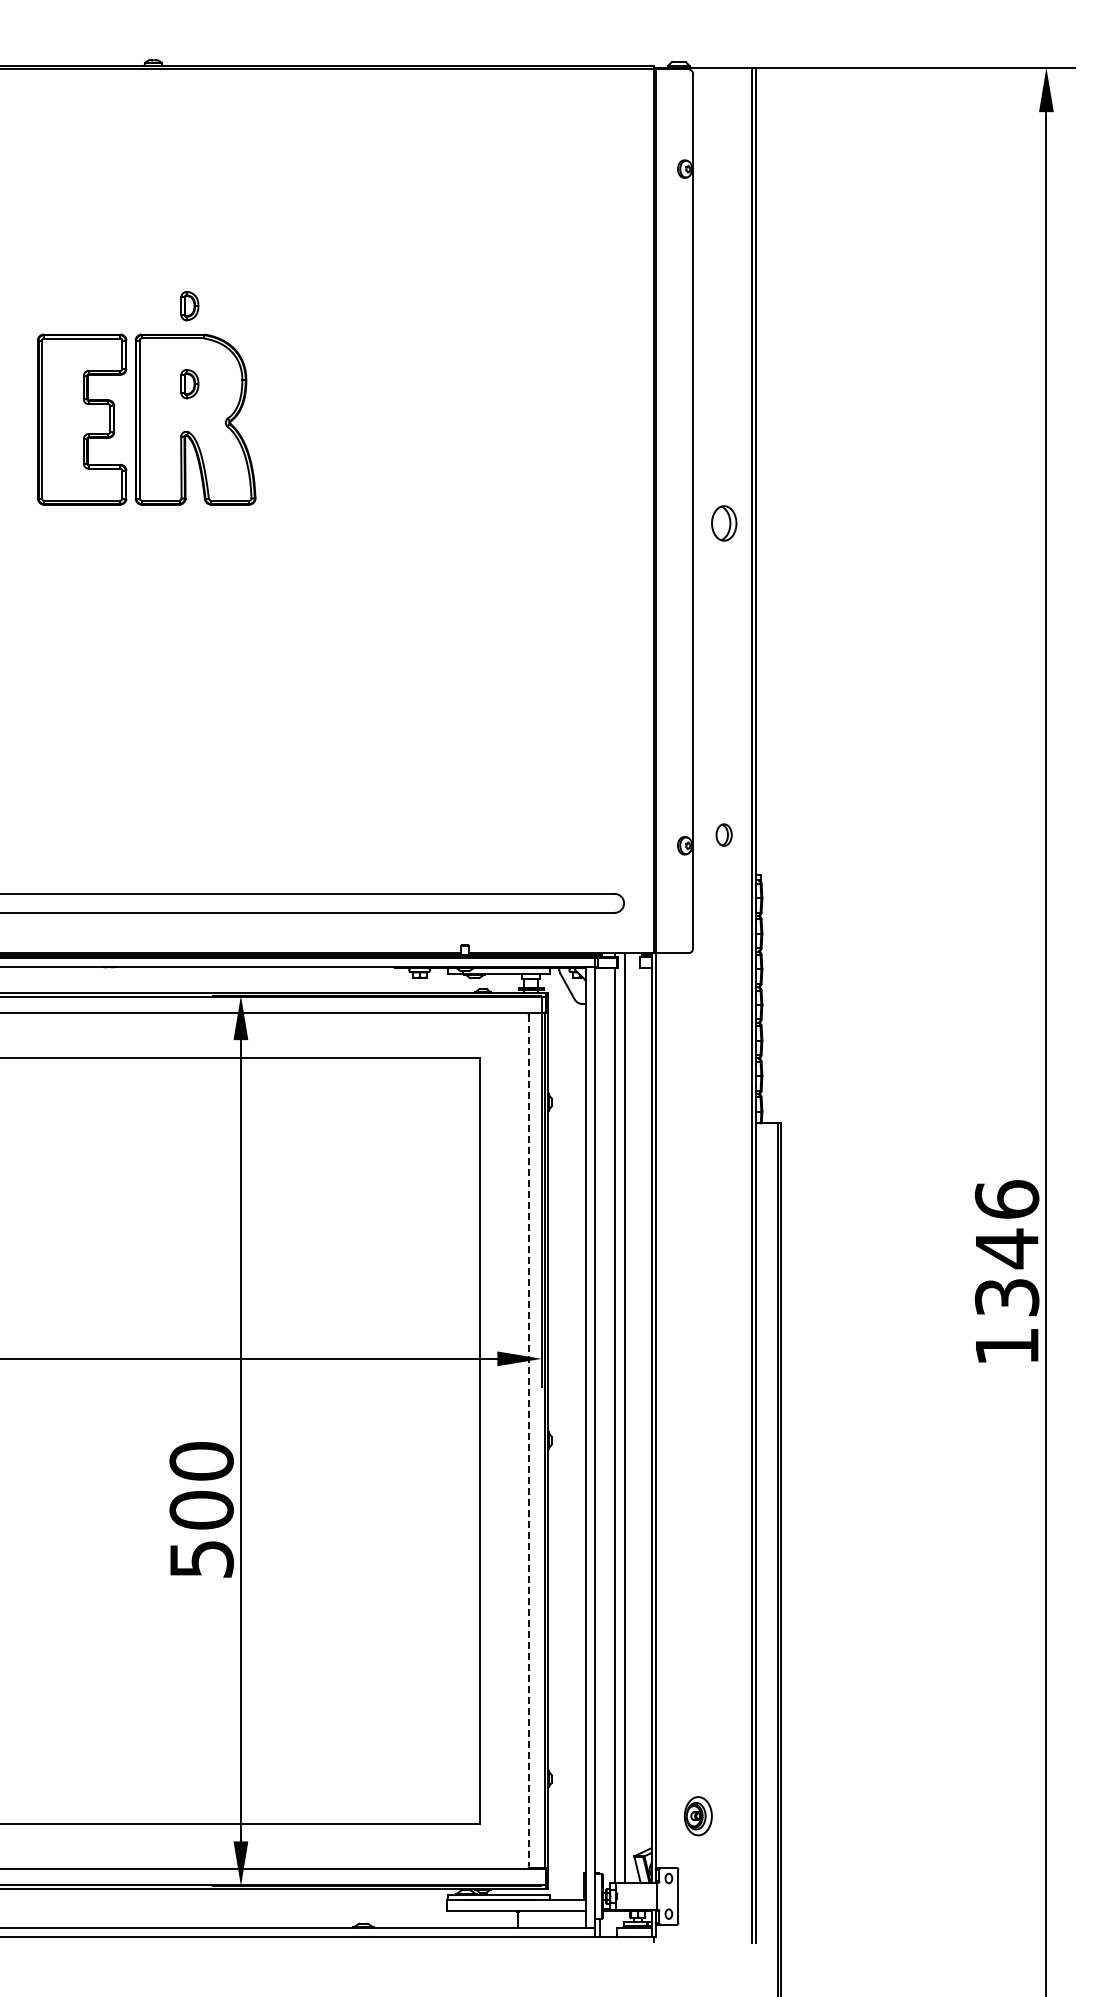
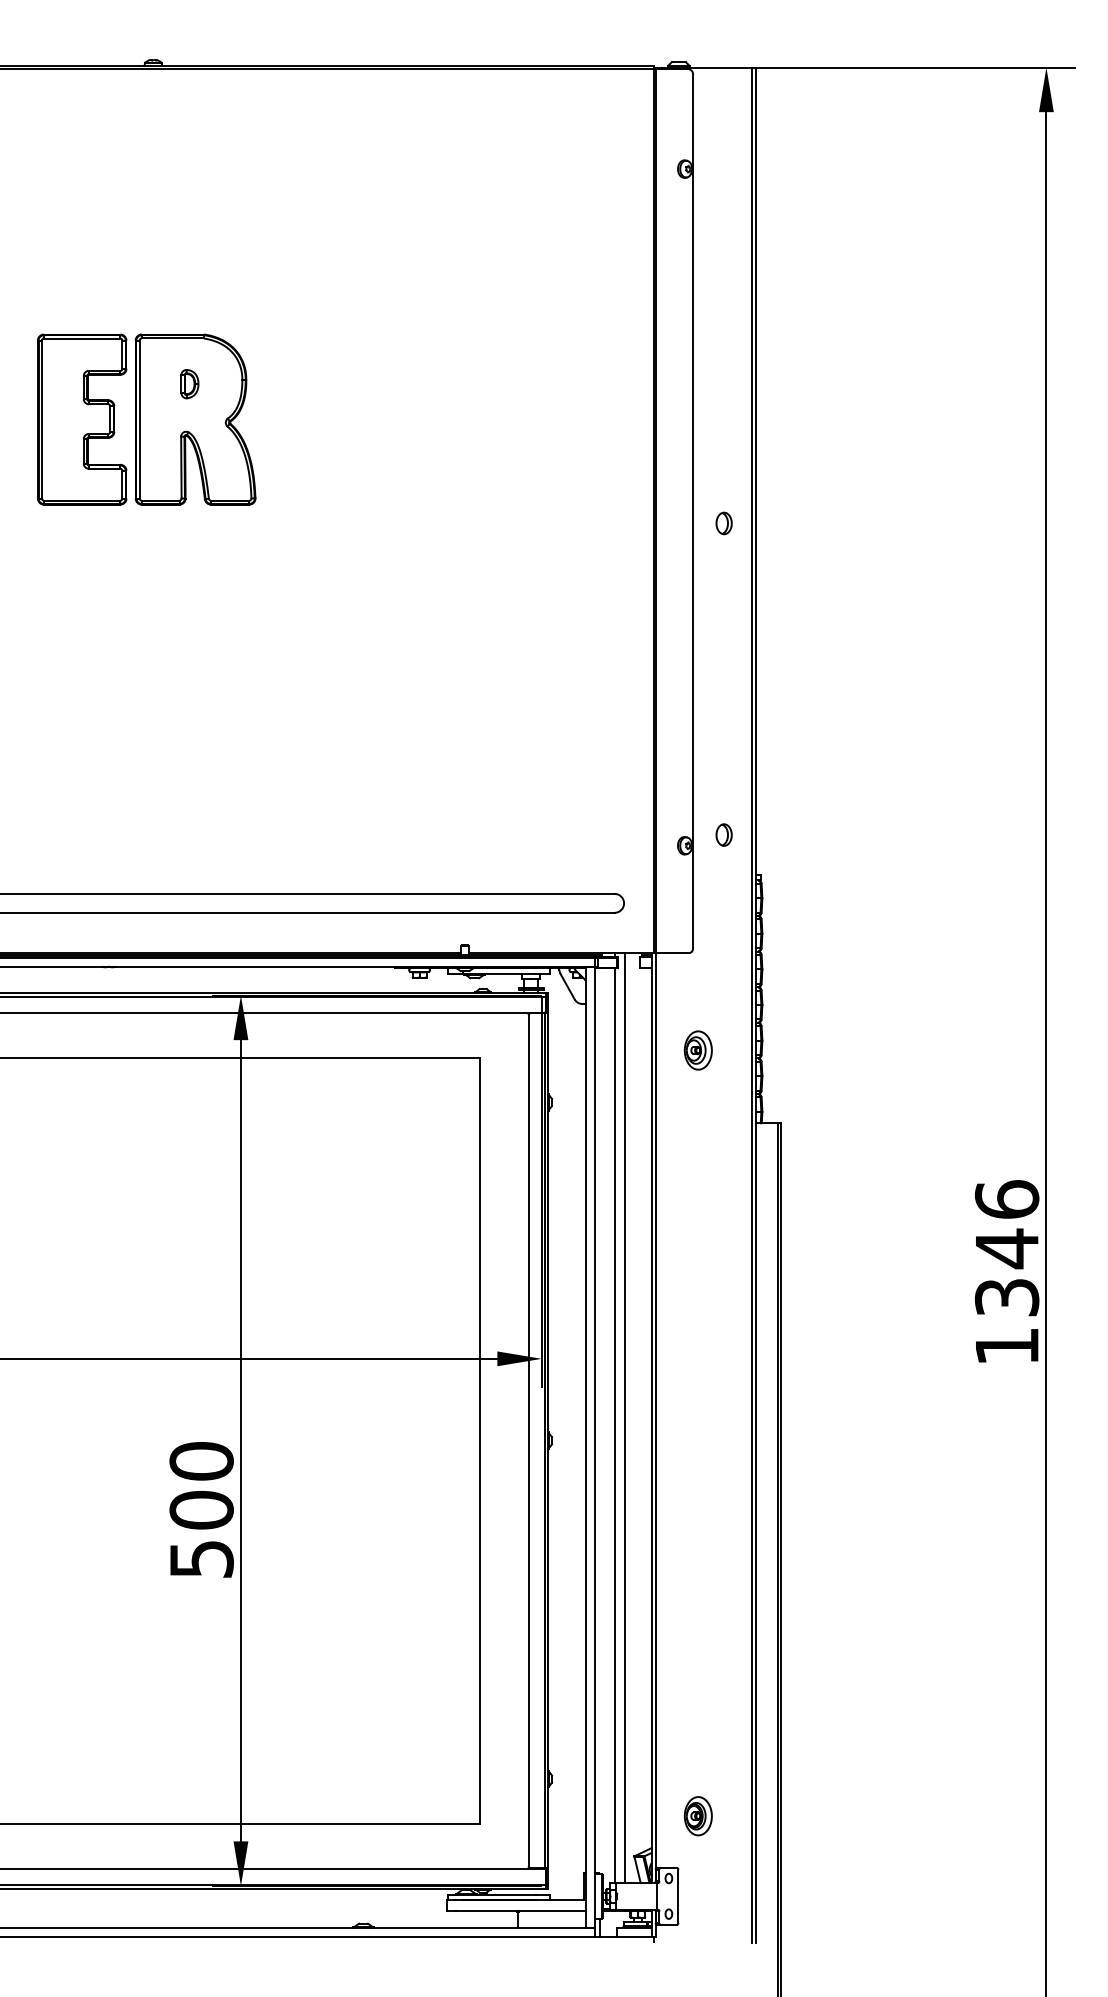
part at (189, 306): present -> none
part at (724, 523) size: 27x37 px -> 18x25 px
part at (697, 1050): none -> present
line at (528, 1440): dashed -> solid
